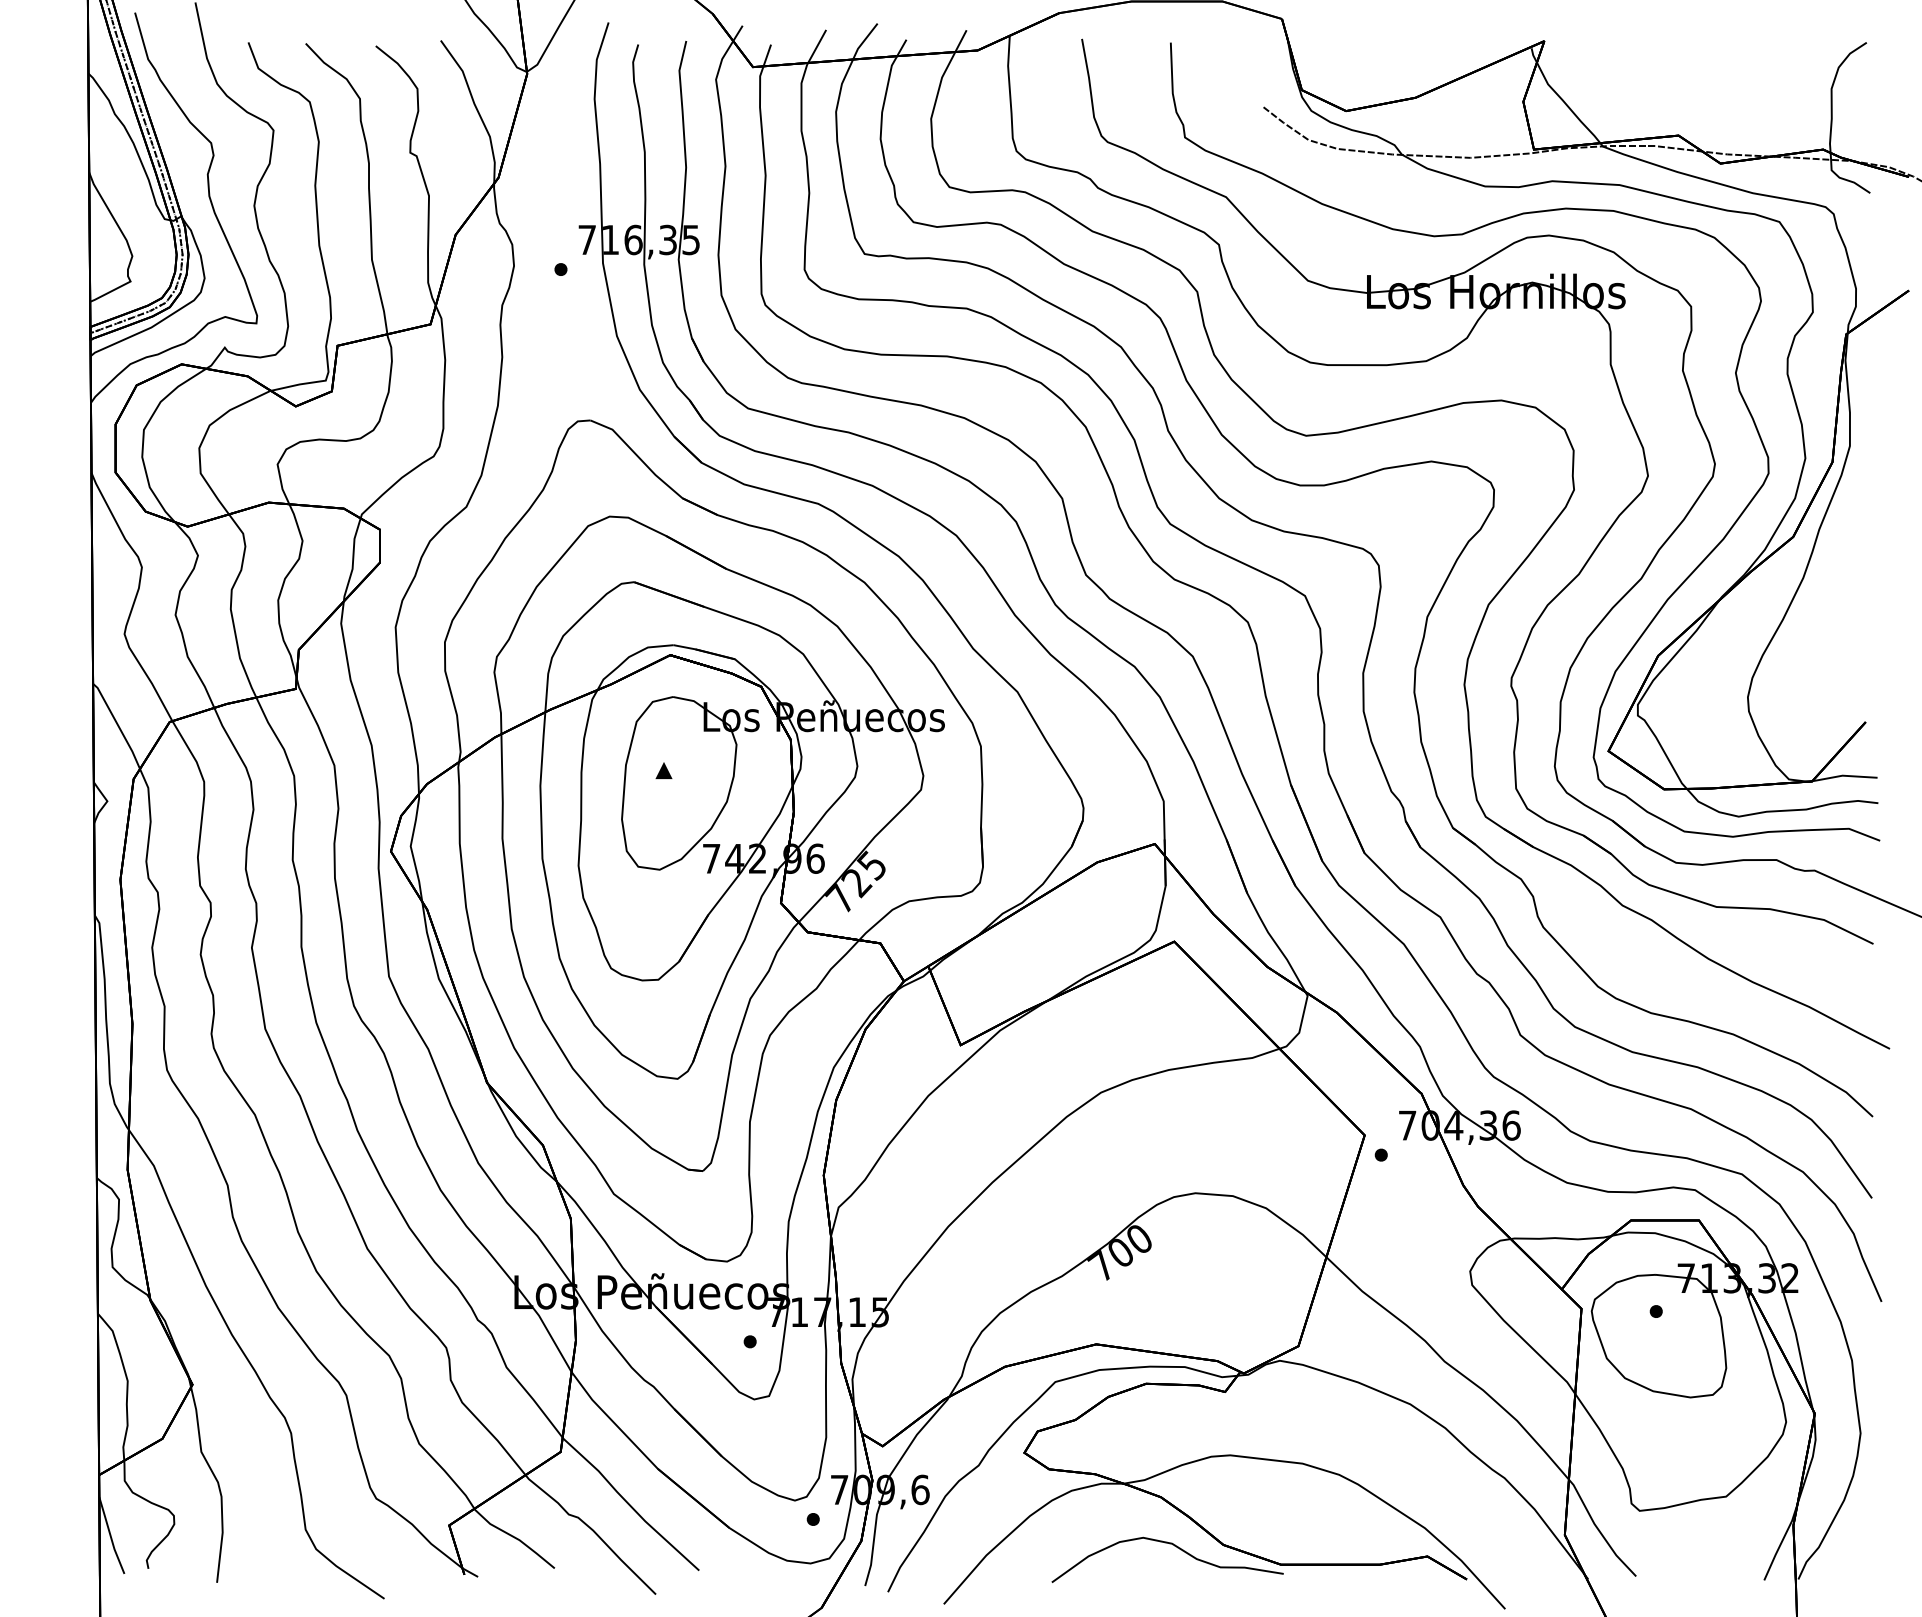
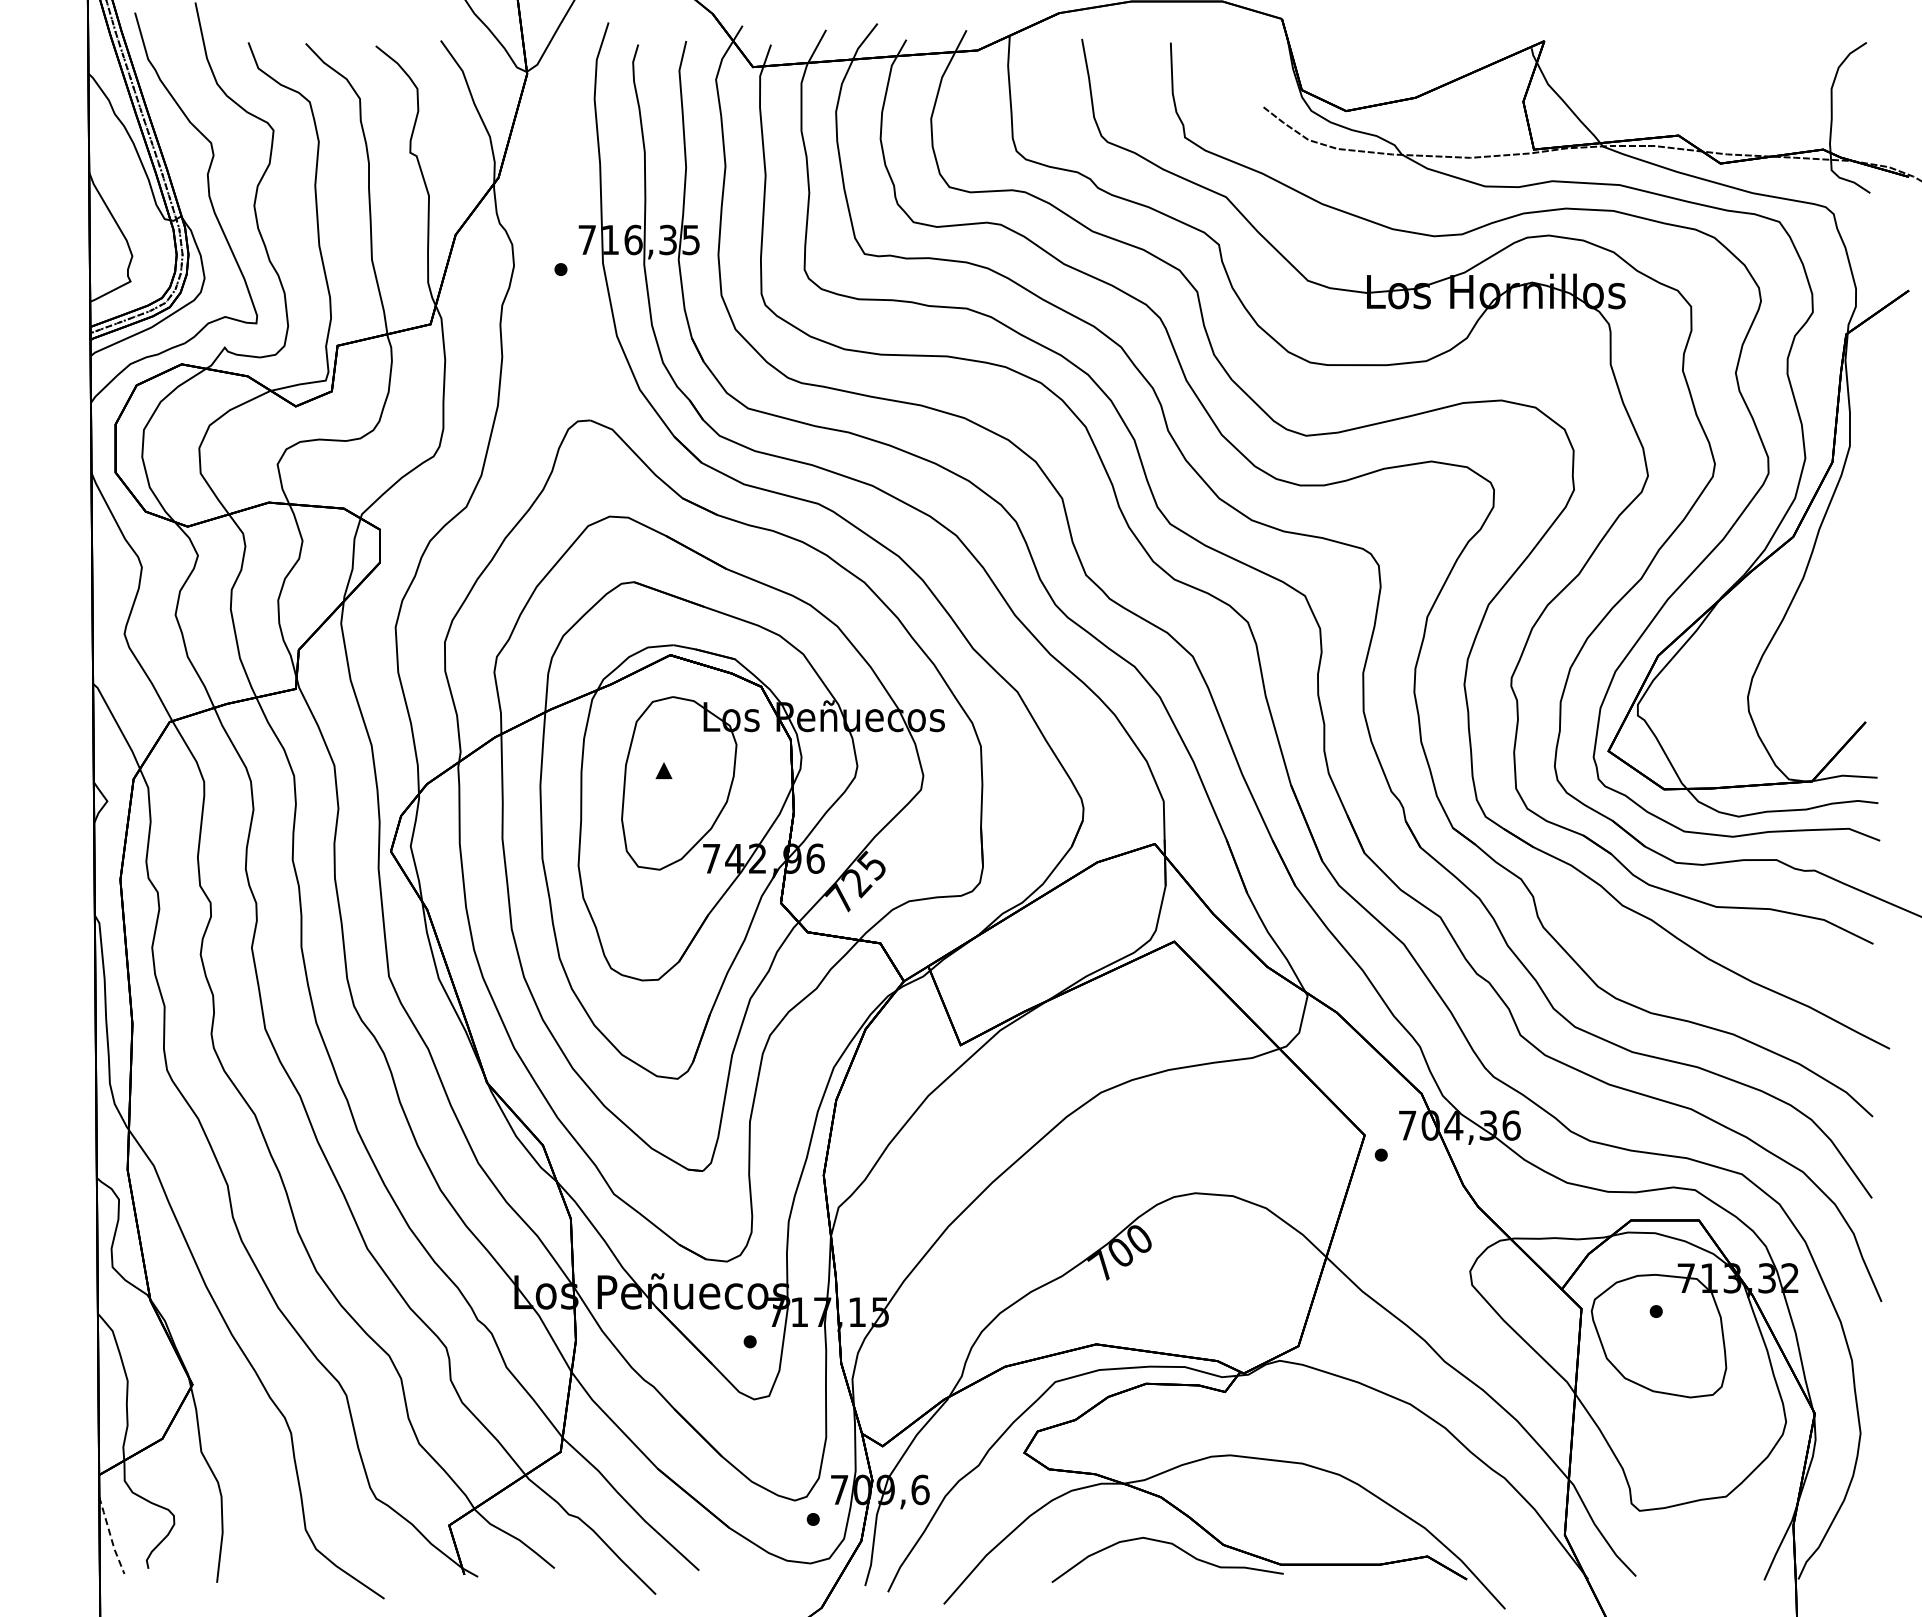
line at (110, 1536): solid -> dashed
